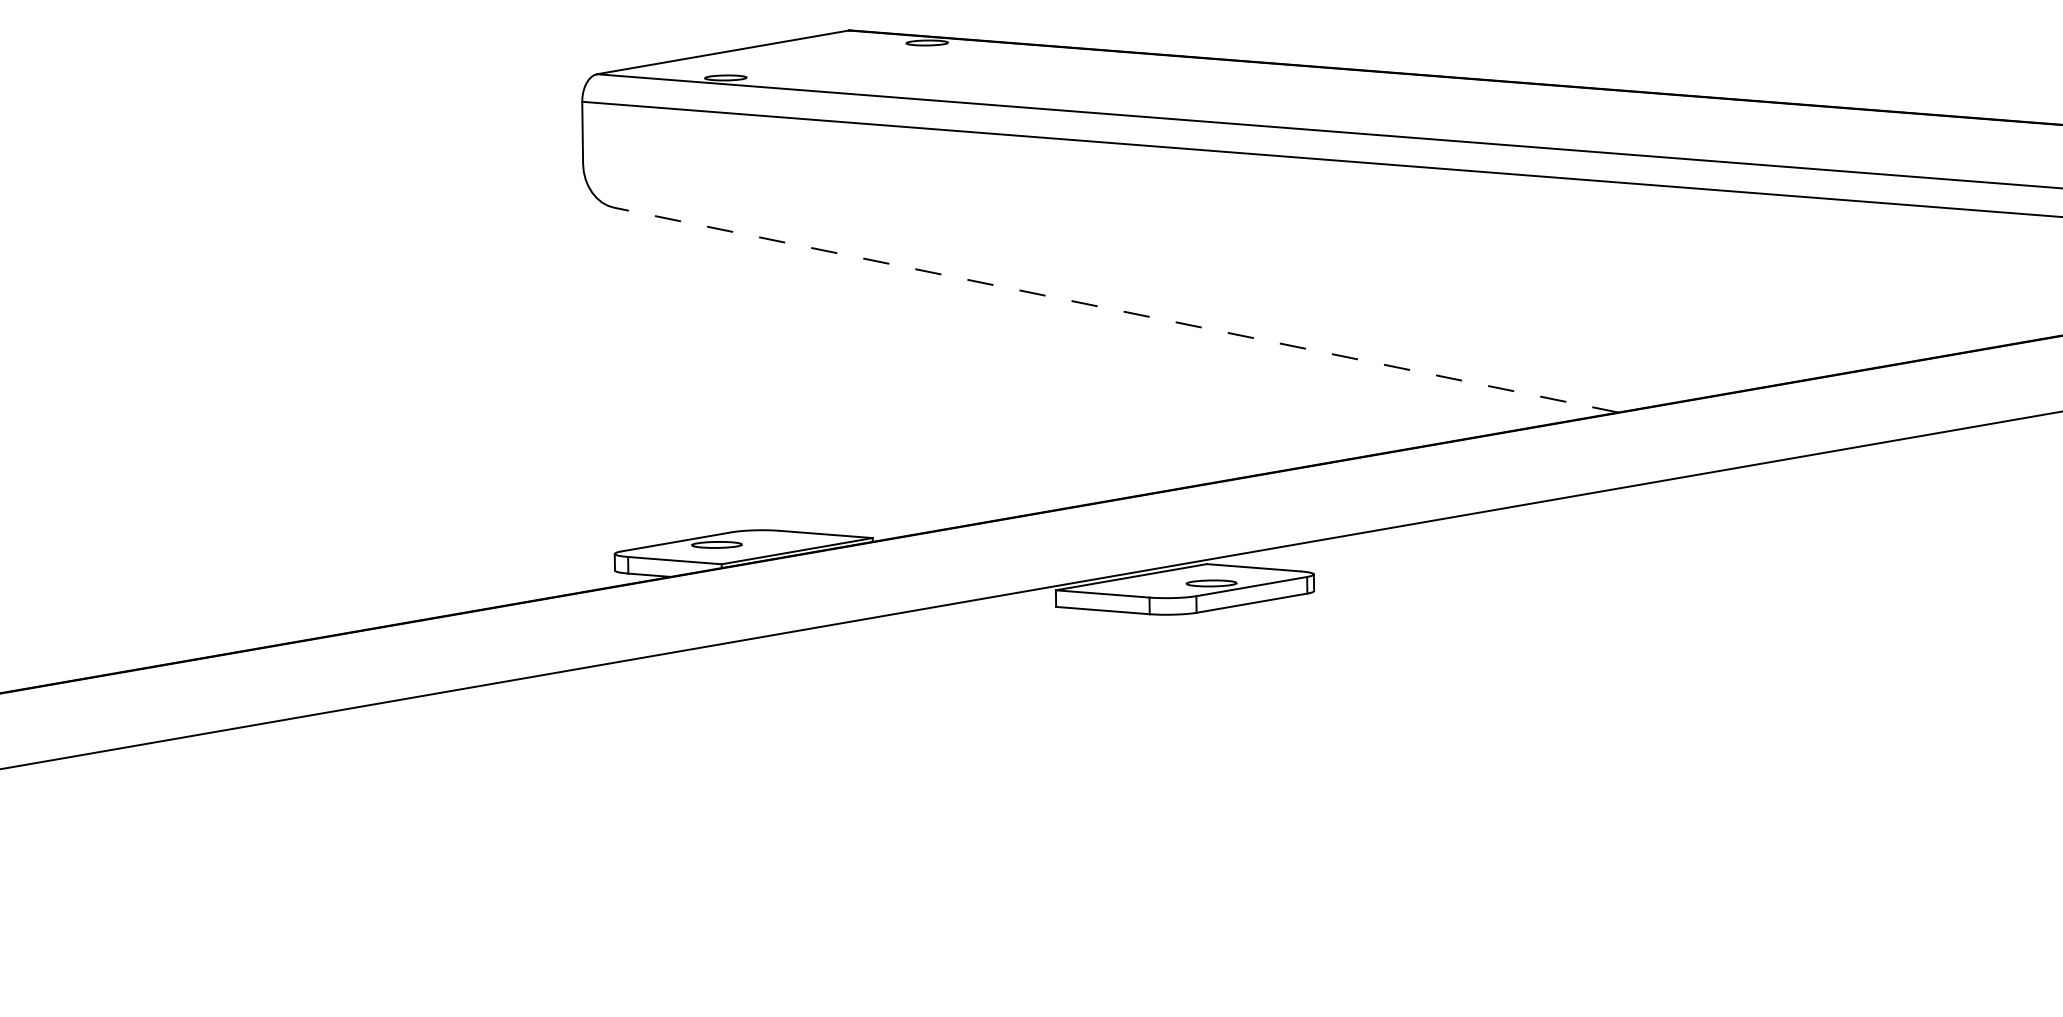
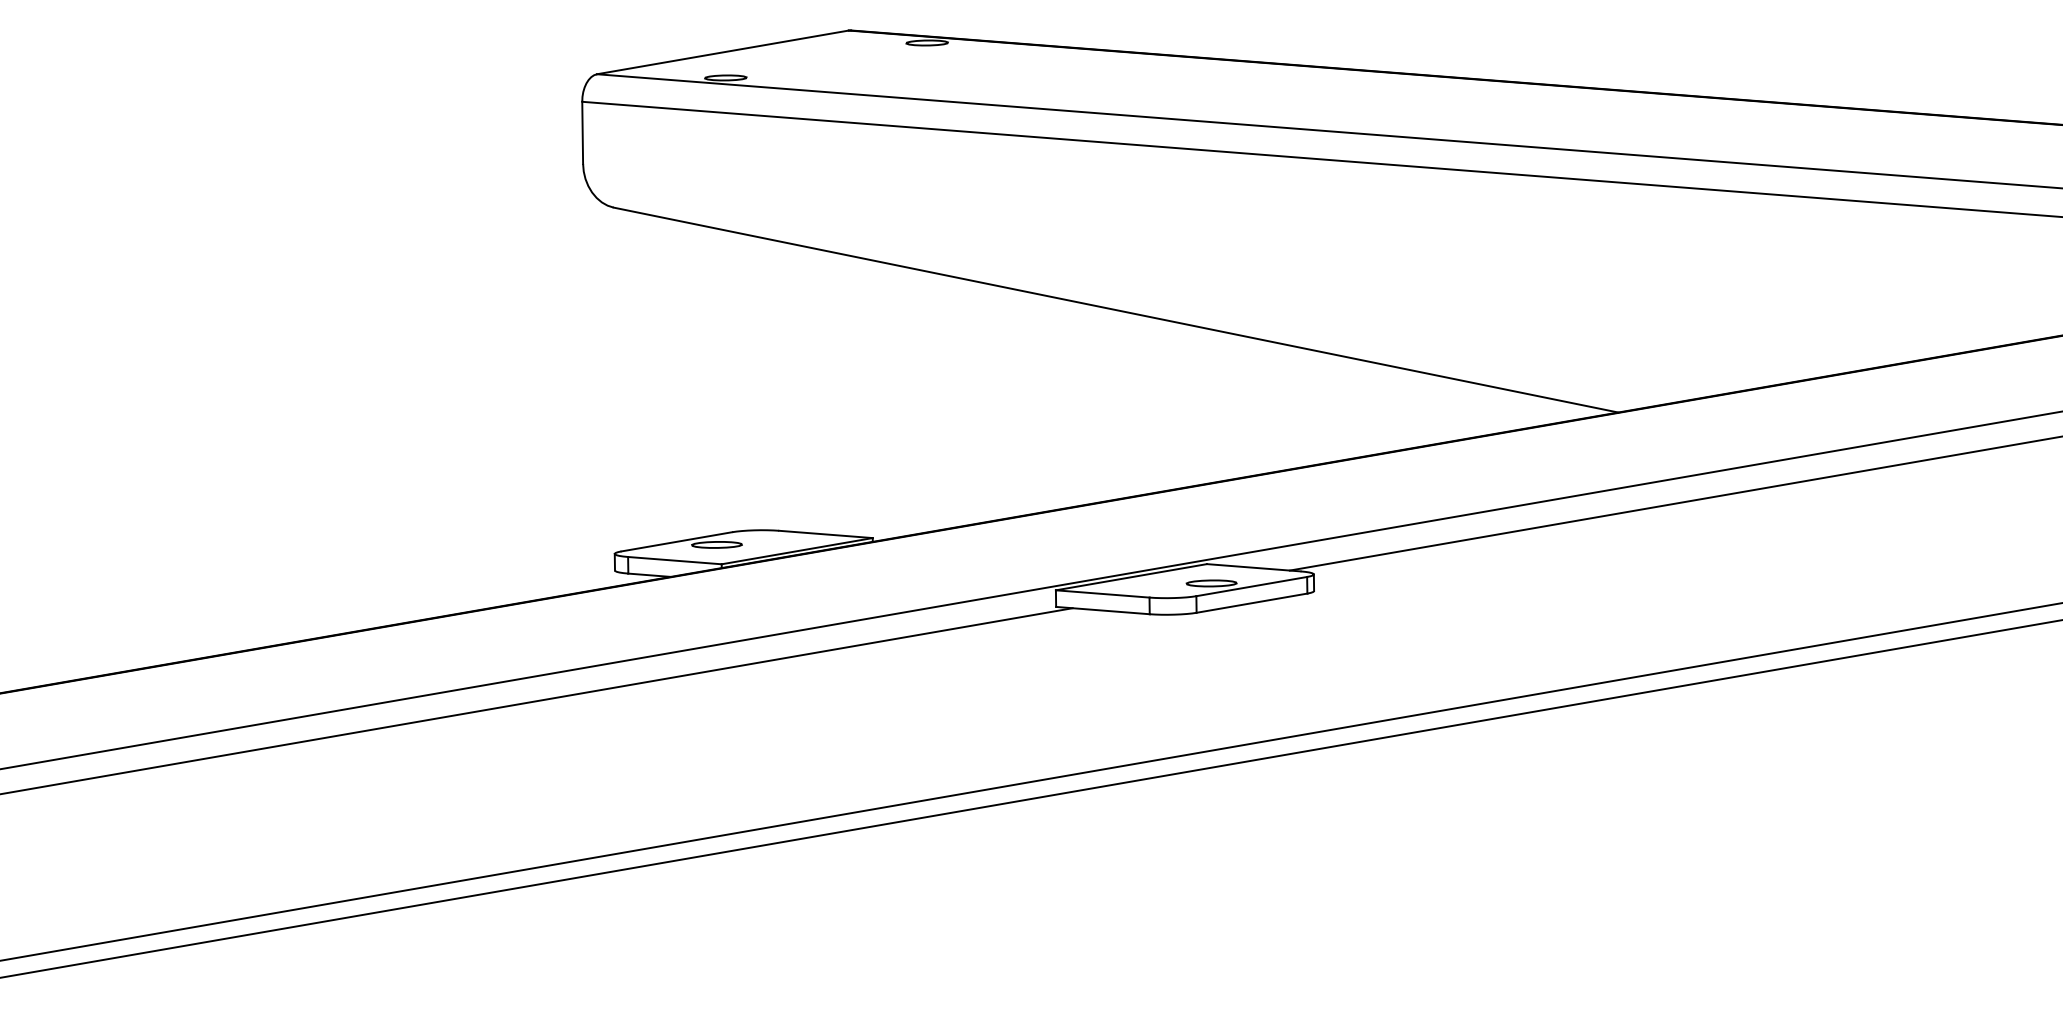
line at (1116, 310): dashed -> solid
line at (1674, 503): none -> present
line at (537, 700): none -> present
line at (1030, 781): none -> present
line at (1030, 798): none -> present
